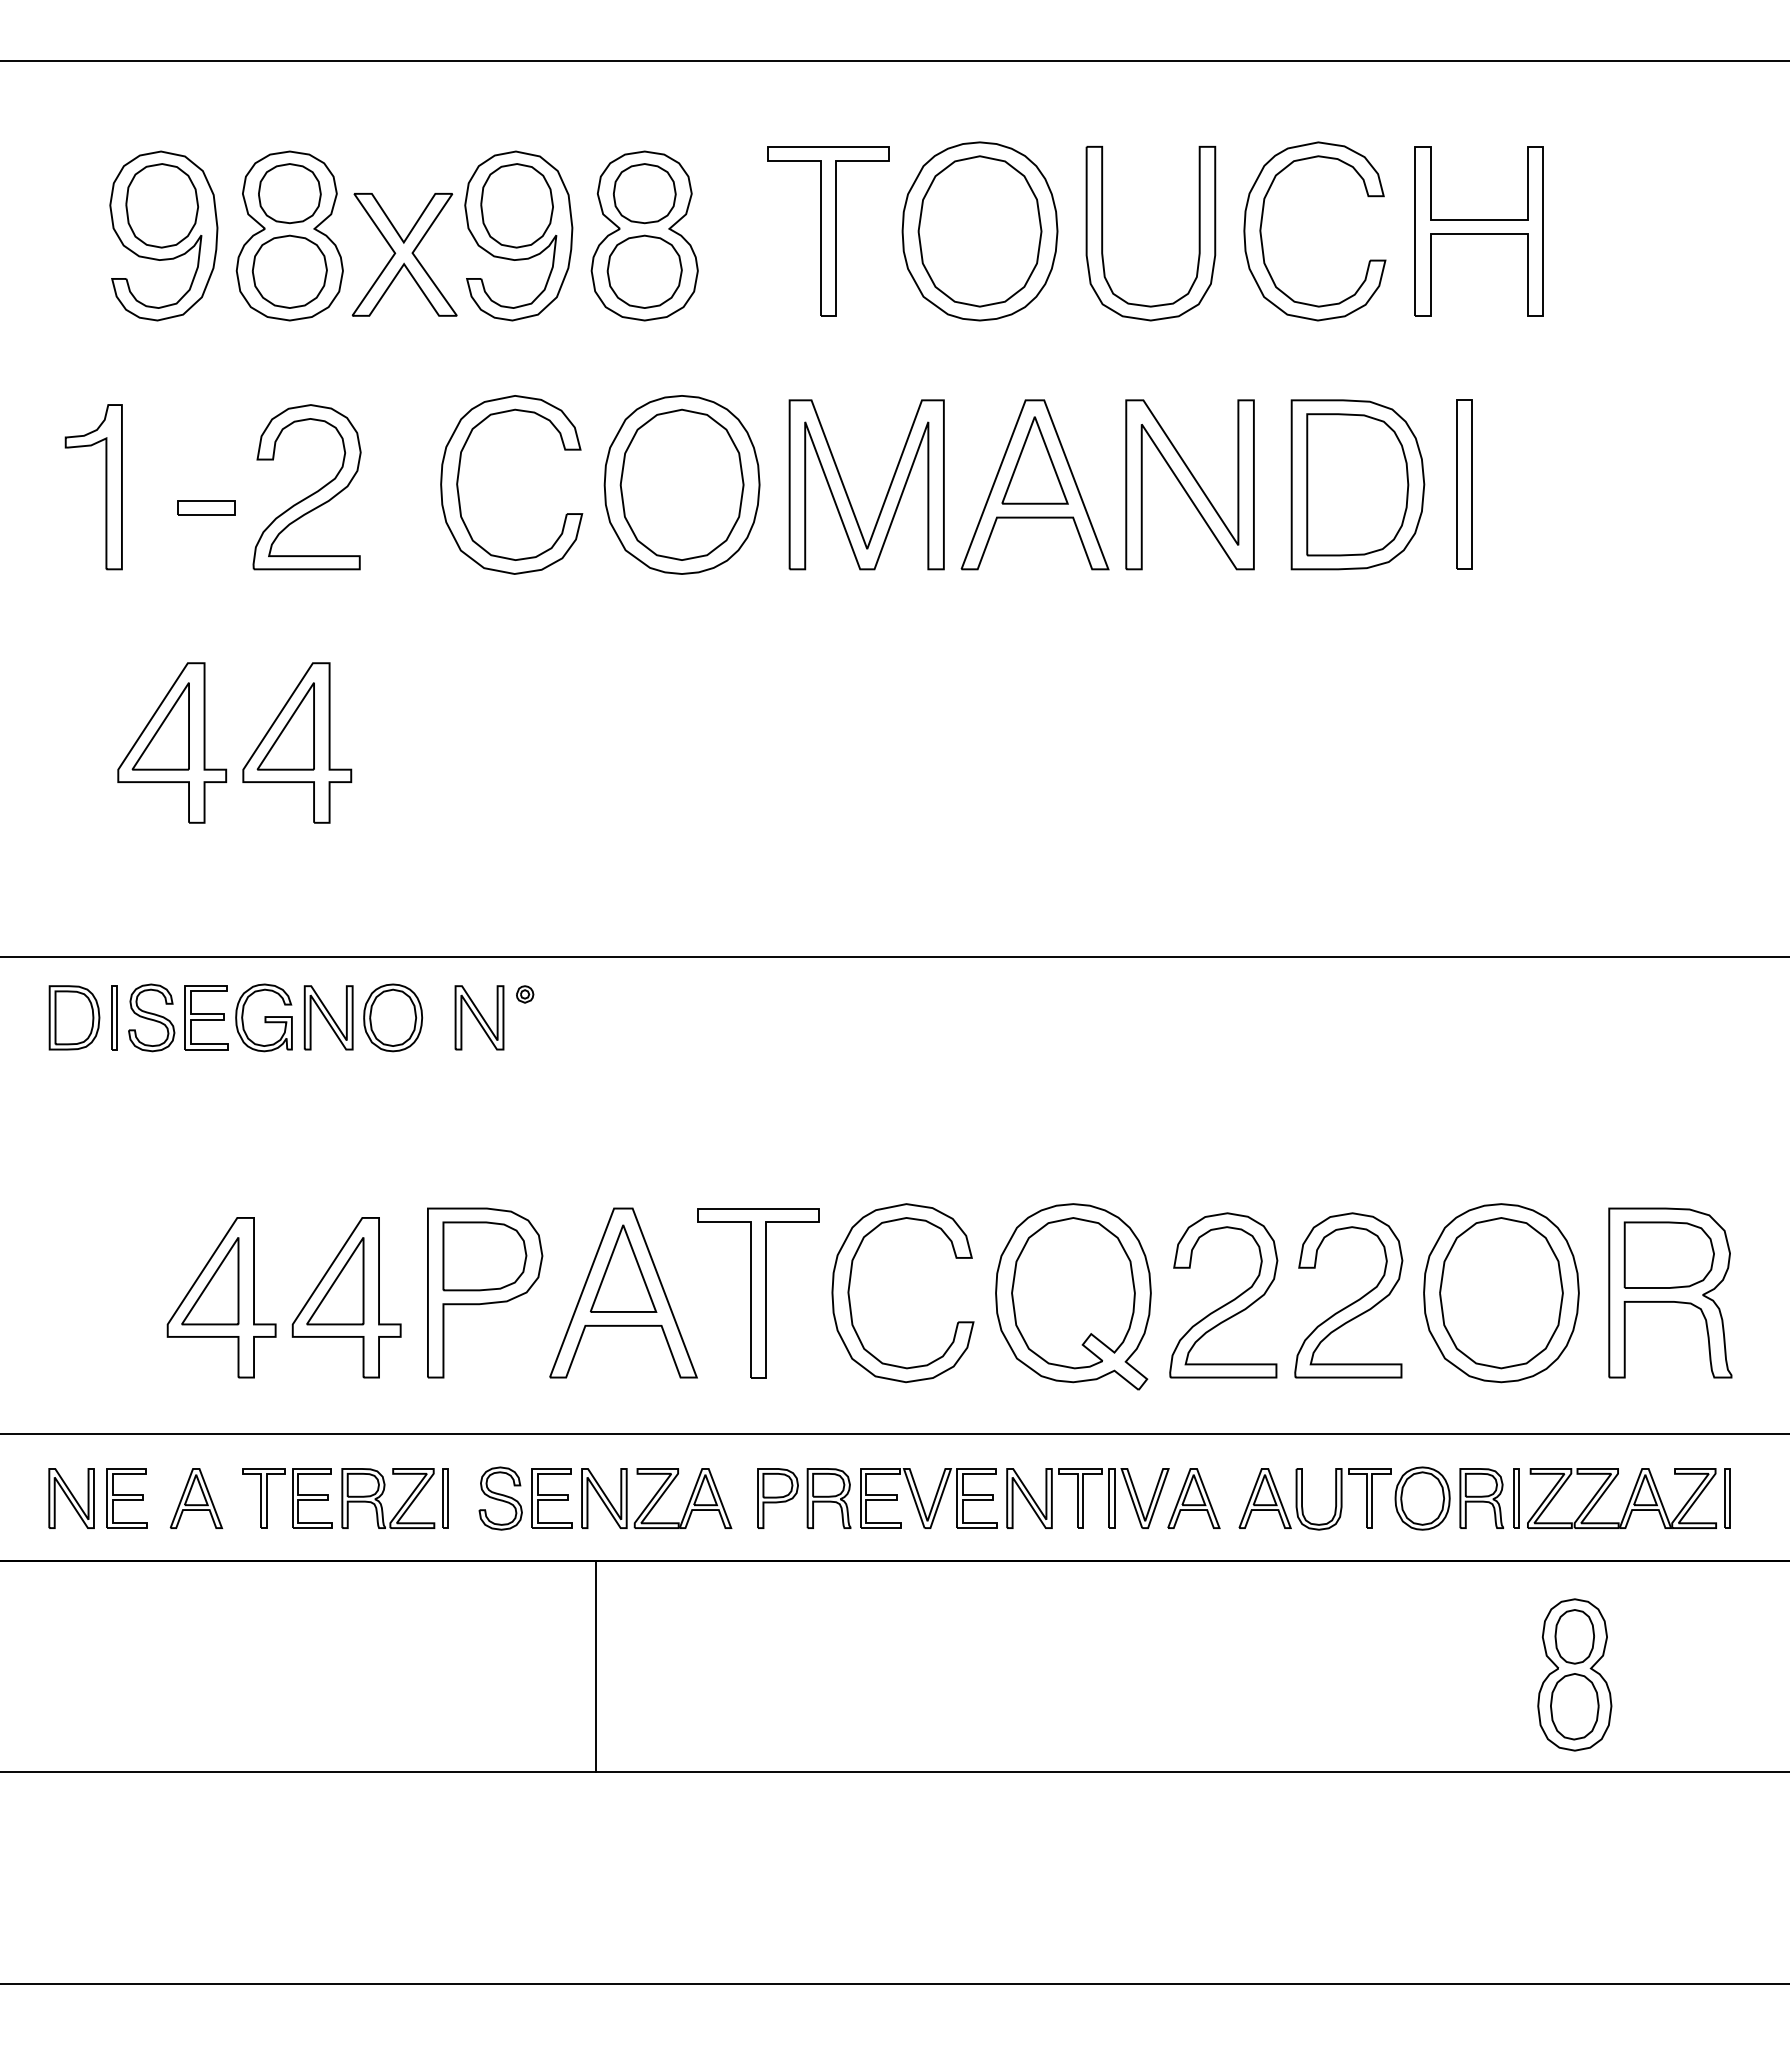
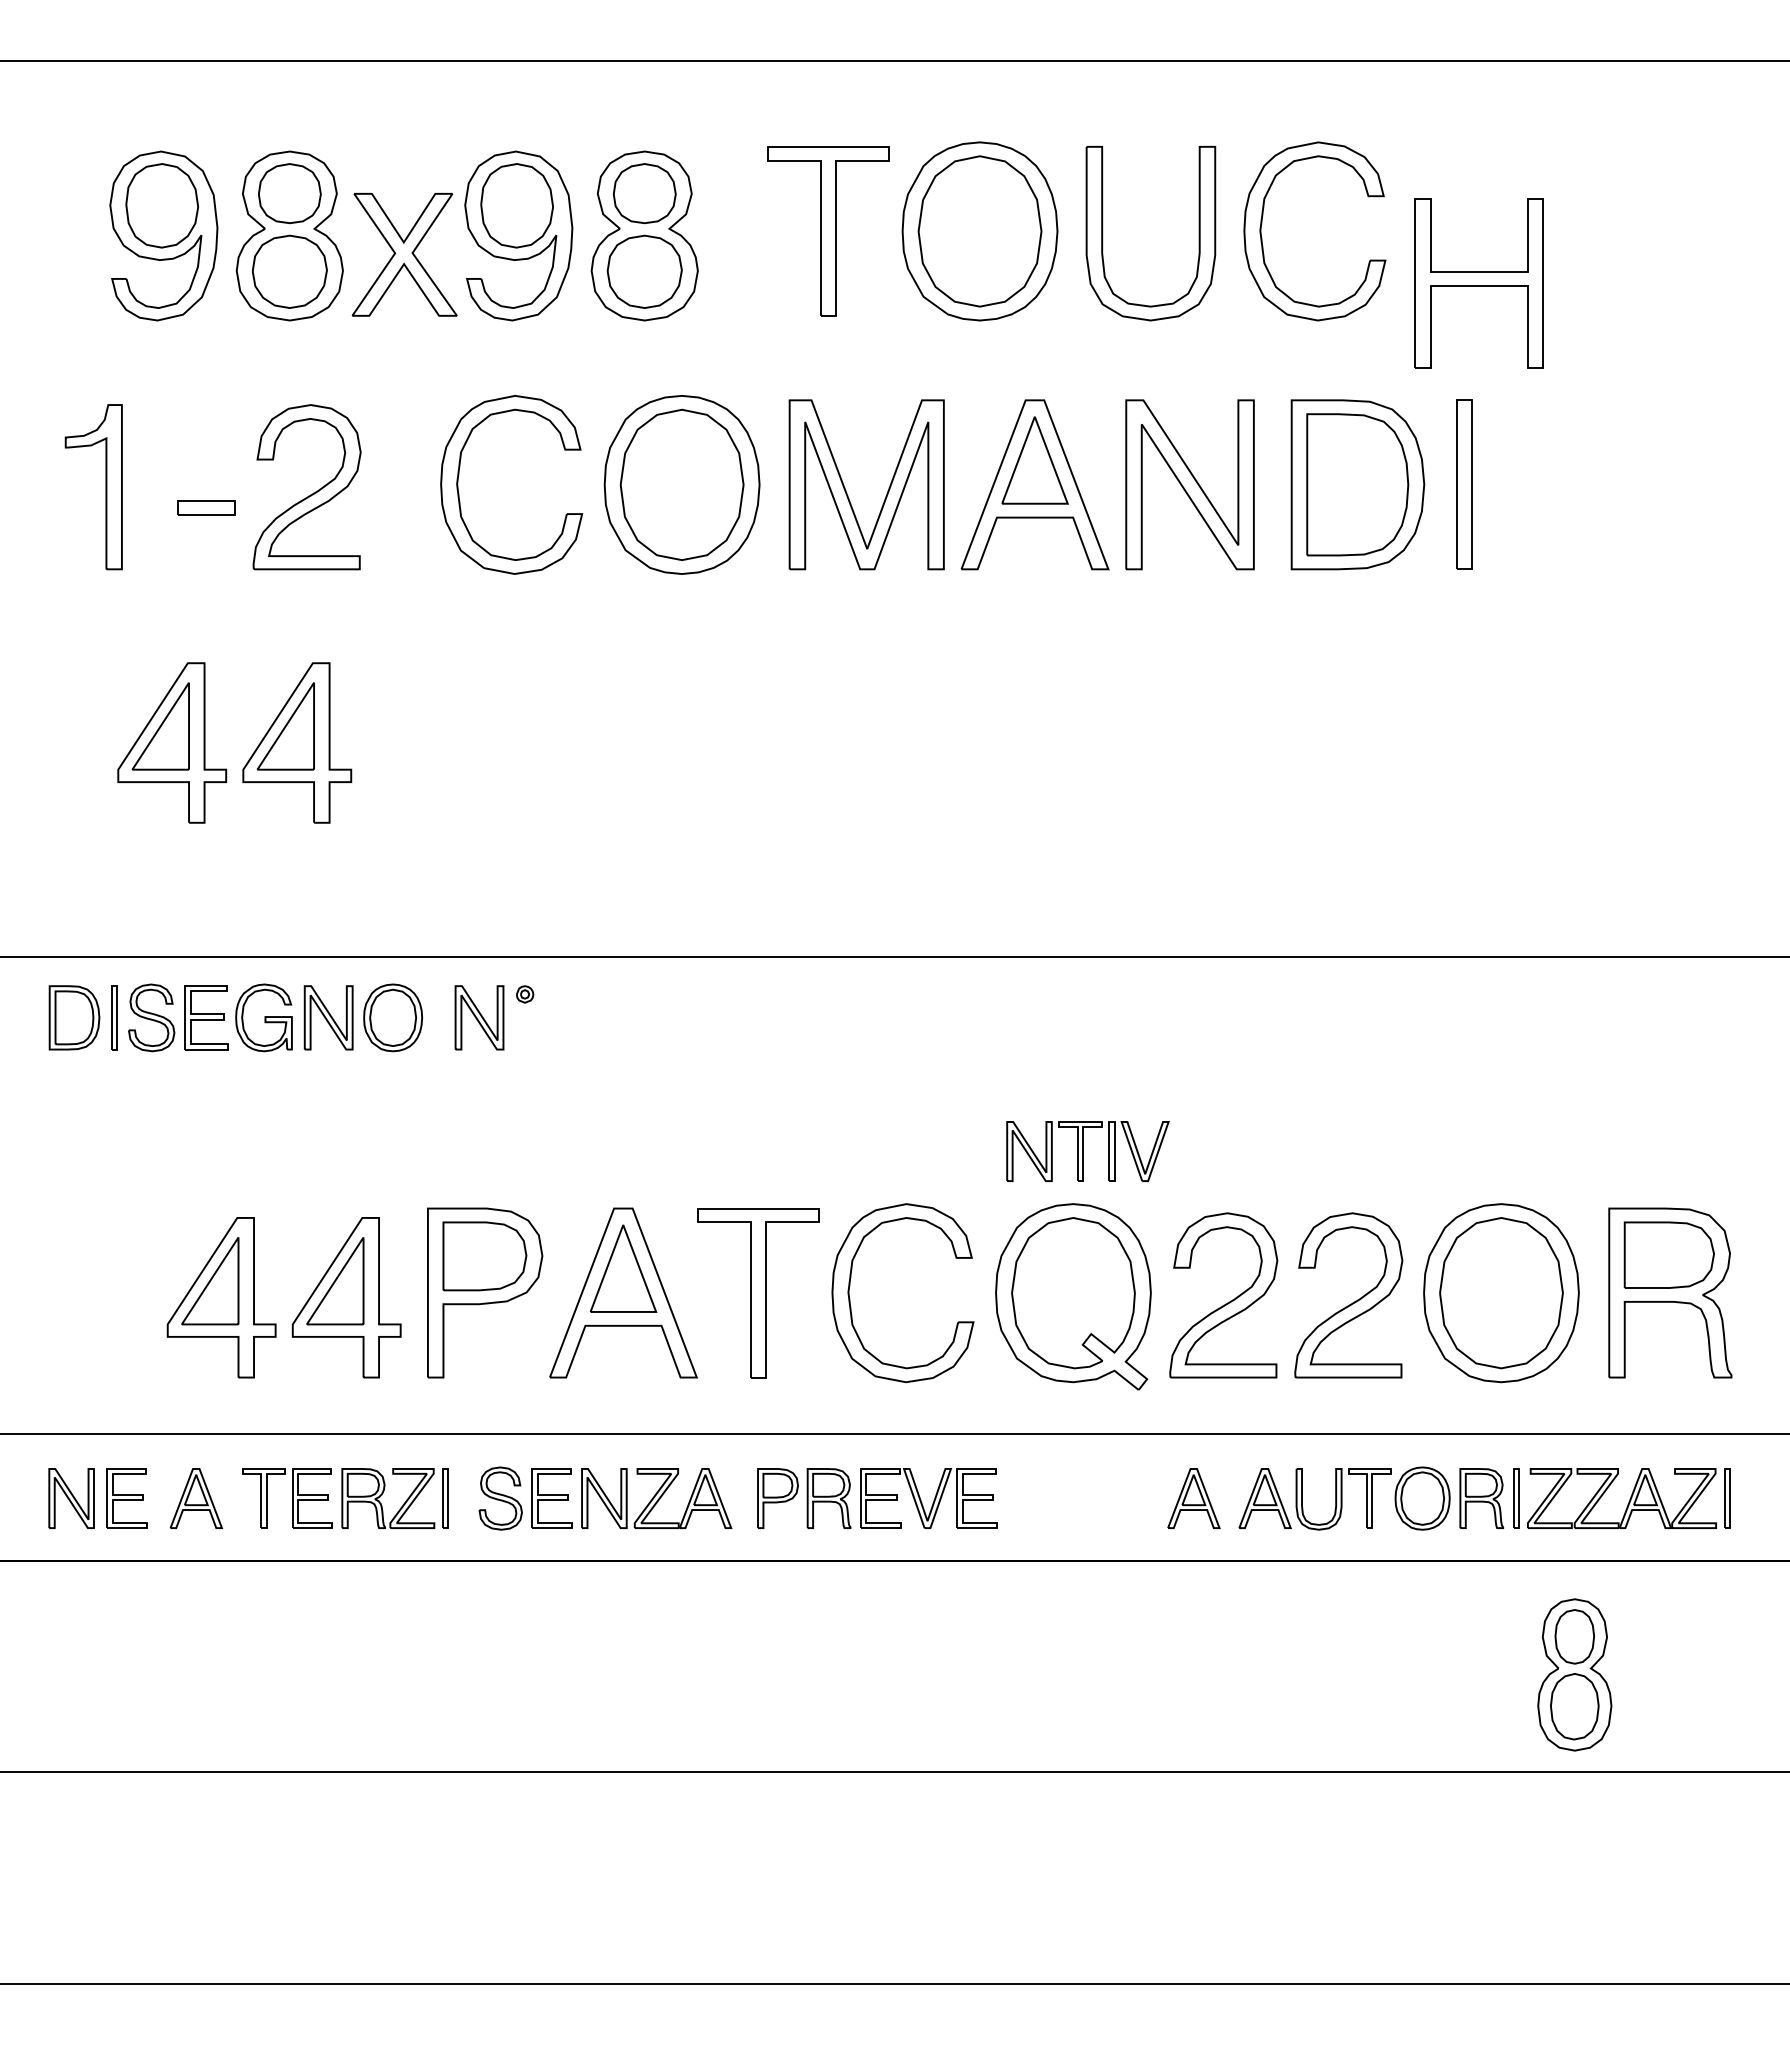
part at (1478, 231) position: (1478, 231) -> (1478, 283)
part at (1087, 1498) position: (1087, 1498) -> (1087, 1151)
line at (596, 1666): present -> none
